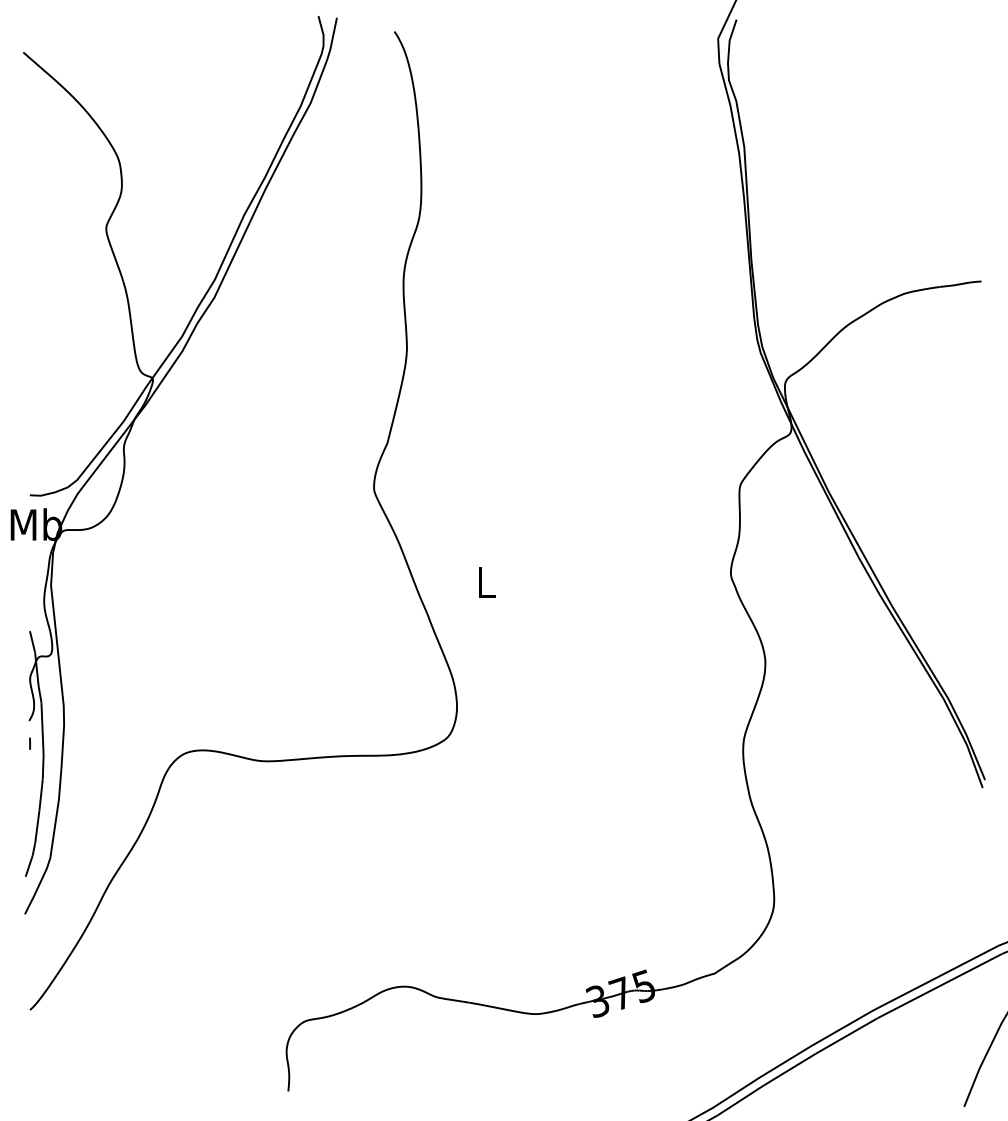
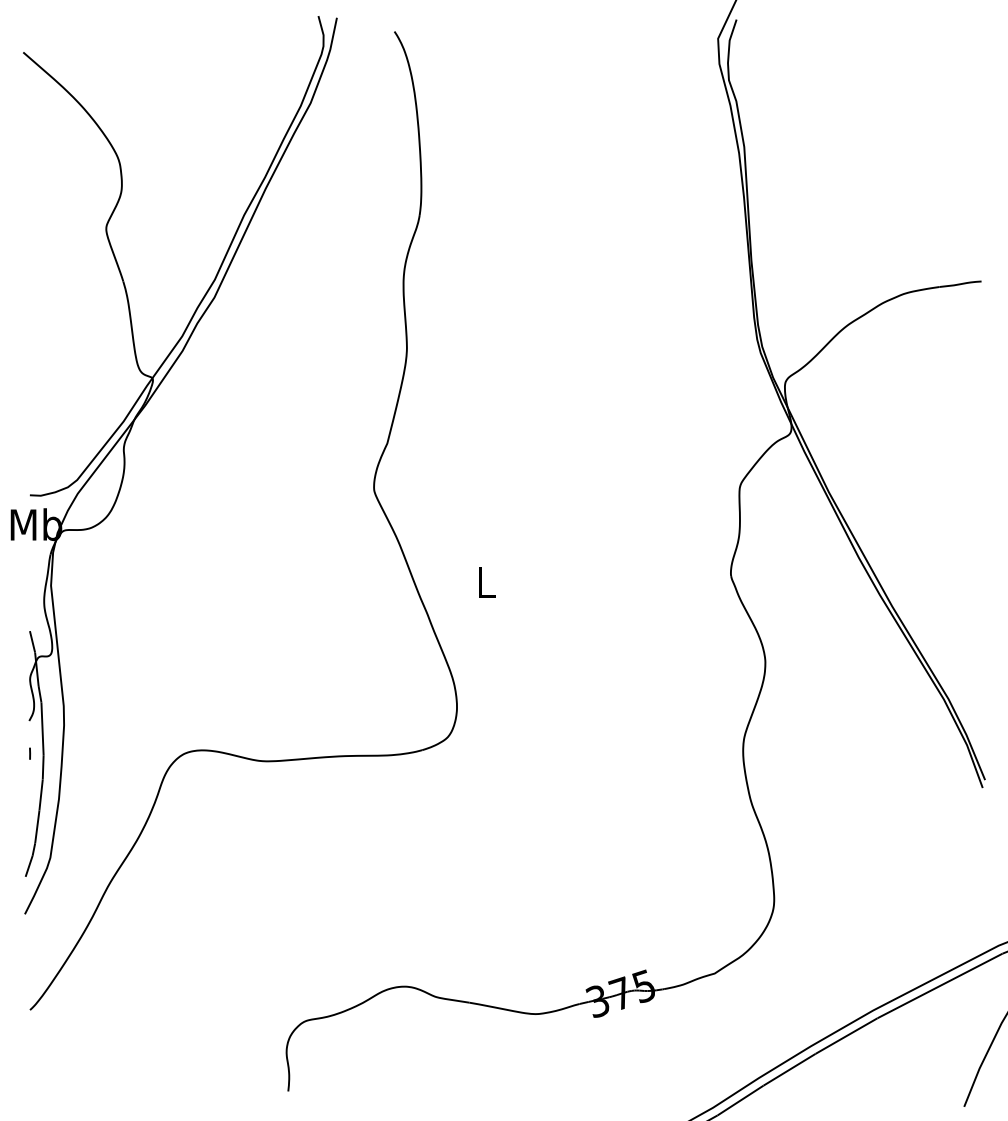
line at (30, 743) position: (30, 743) -> (30, 753)
